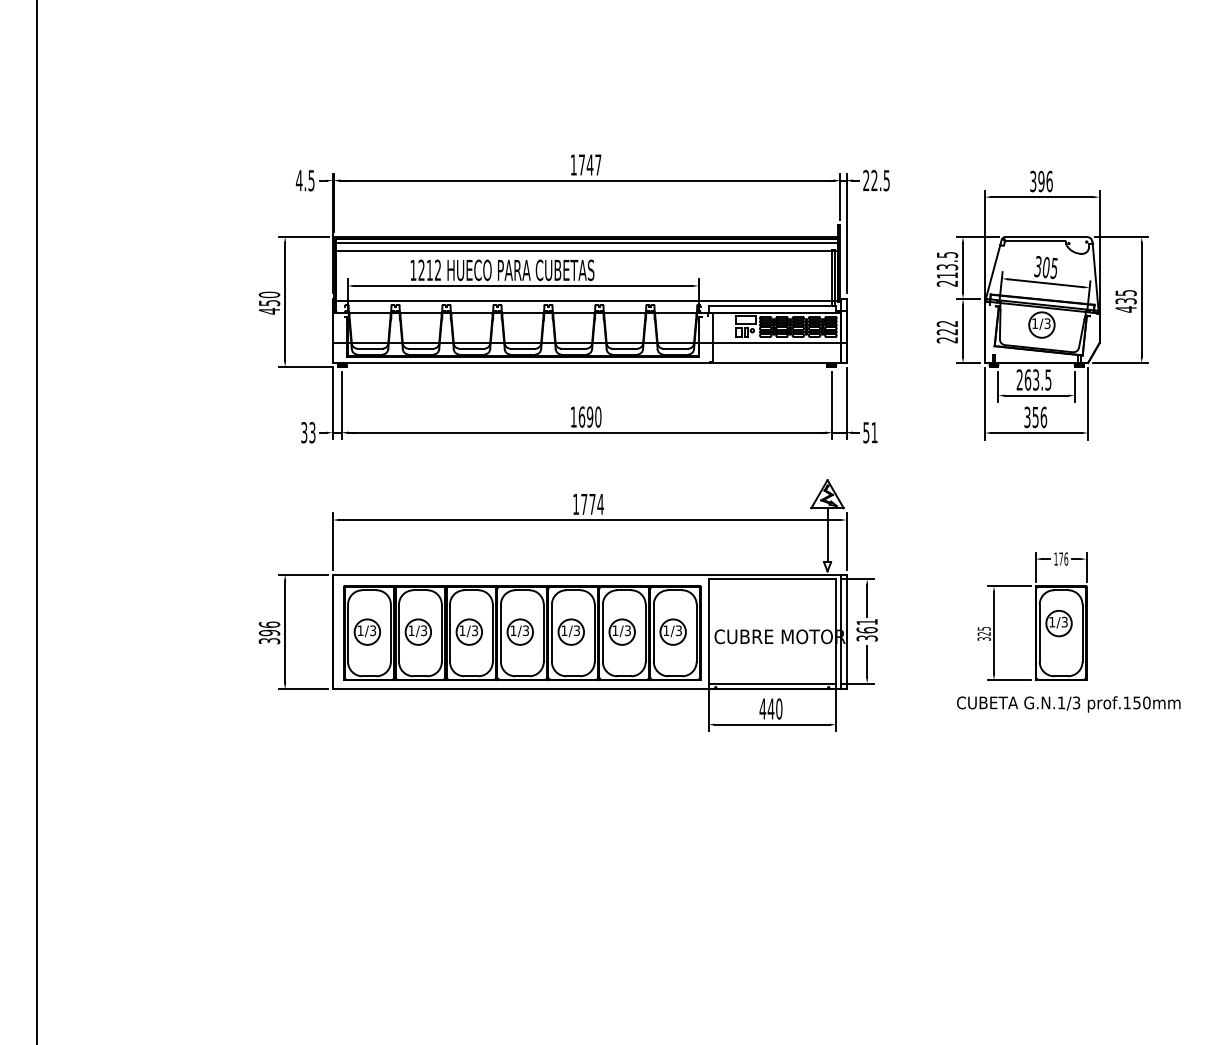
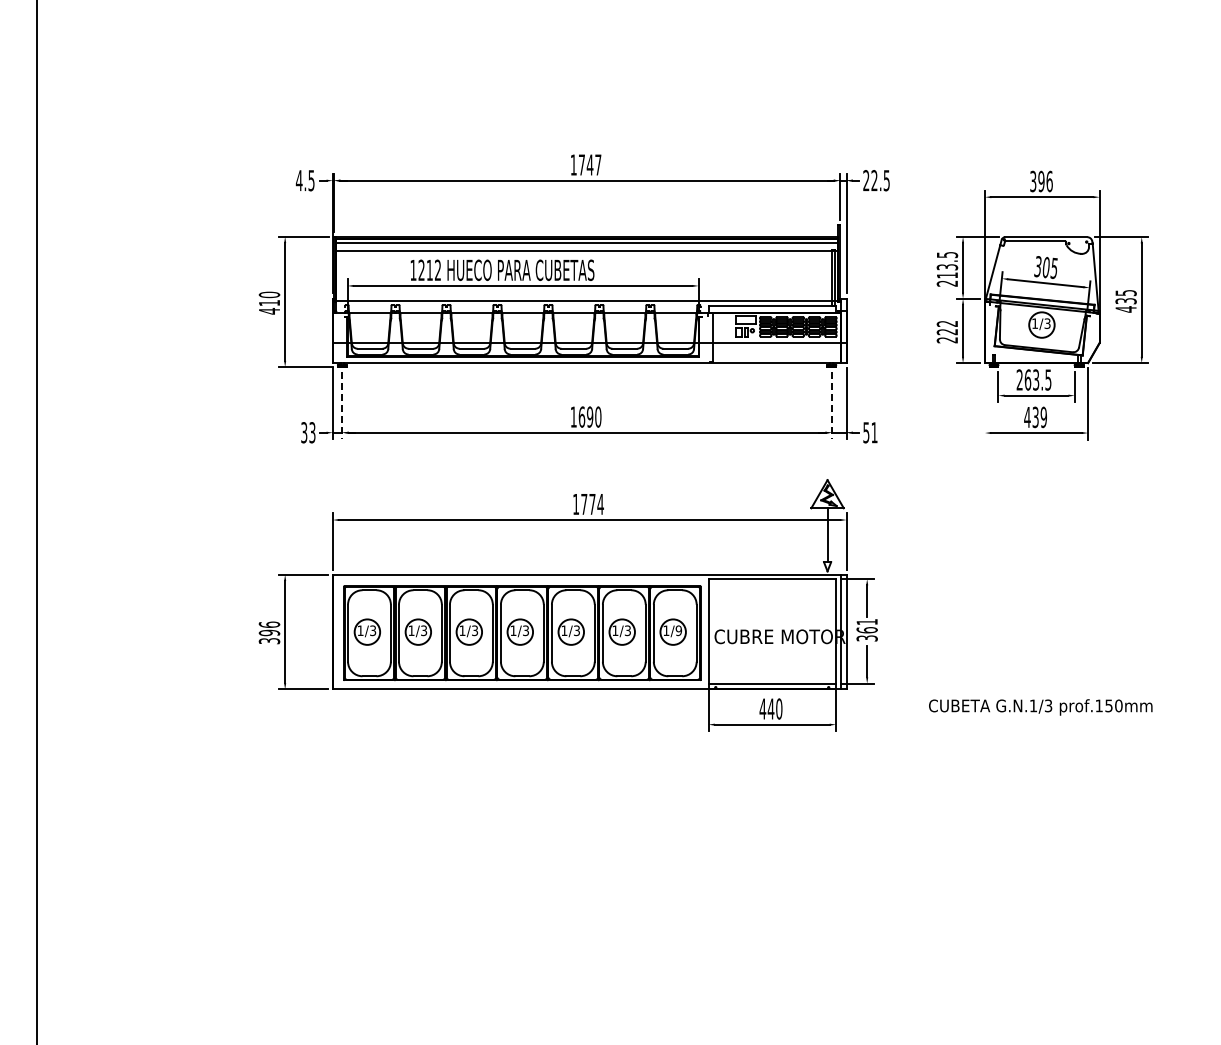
text at (269, 303): 450 -> 410
line at (985, 403): present -> none
line at (342, 406): solid -> dashed
line at (831, 406): solid -> dashed
text at (1035, 417): 356 -> 439
part at (1032, 616): present -> none
text at (678, 630): 1/3 -> 1/9
text at (1068, 704) position: (1068, 704) -> (1040, 707)
